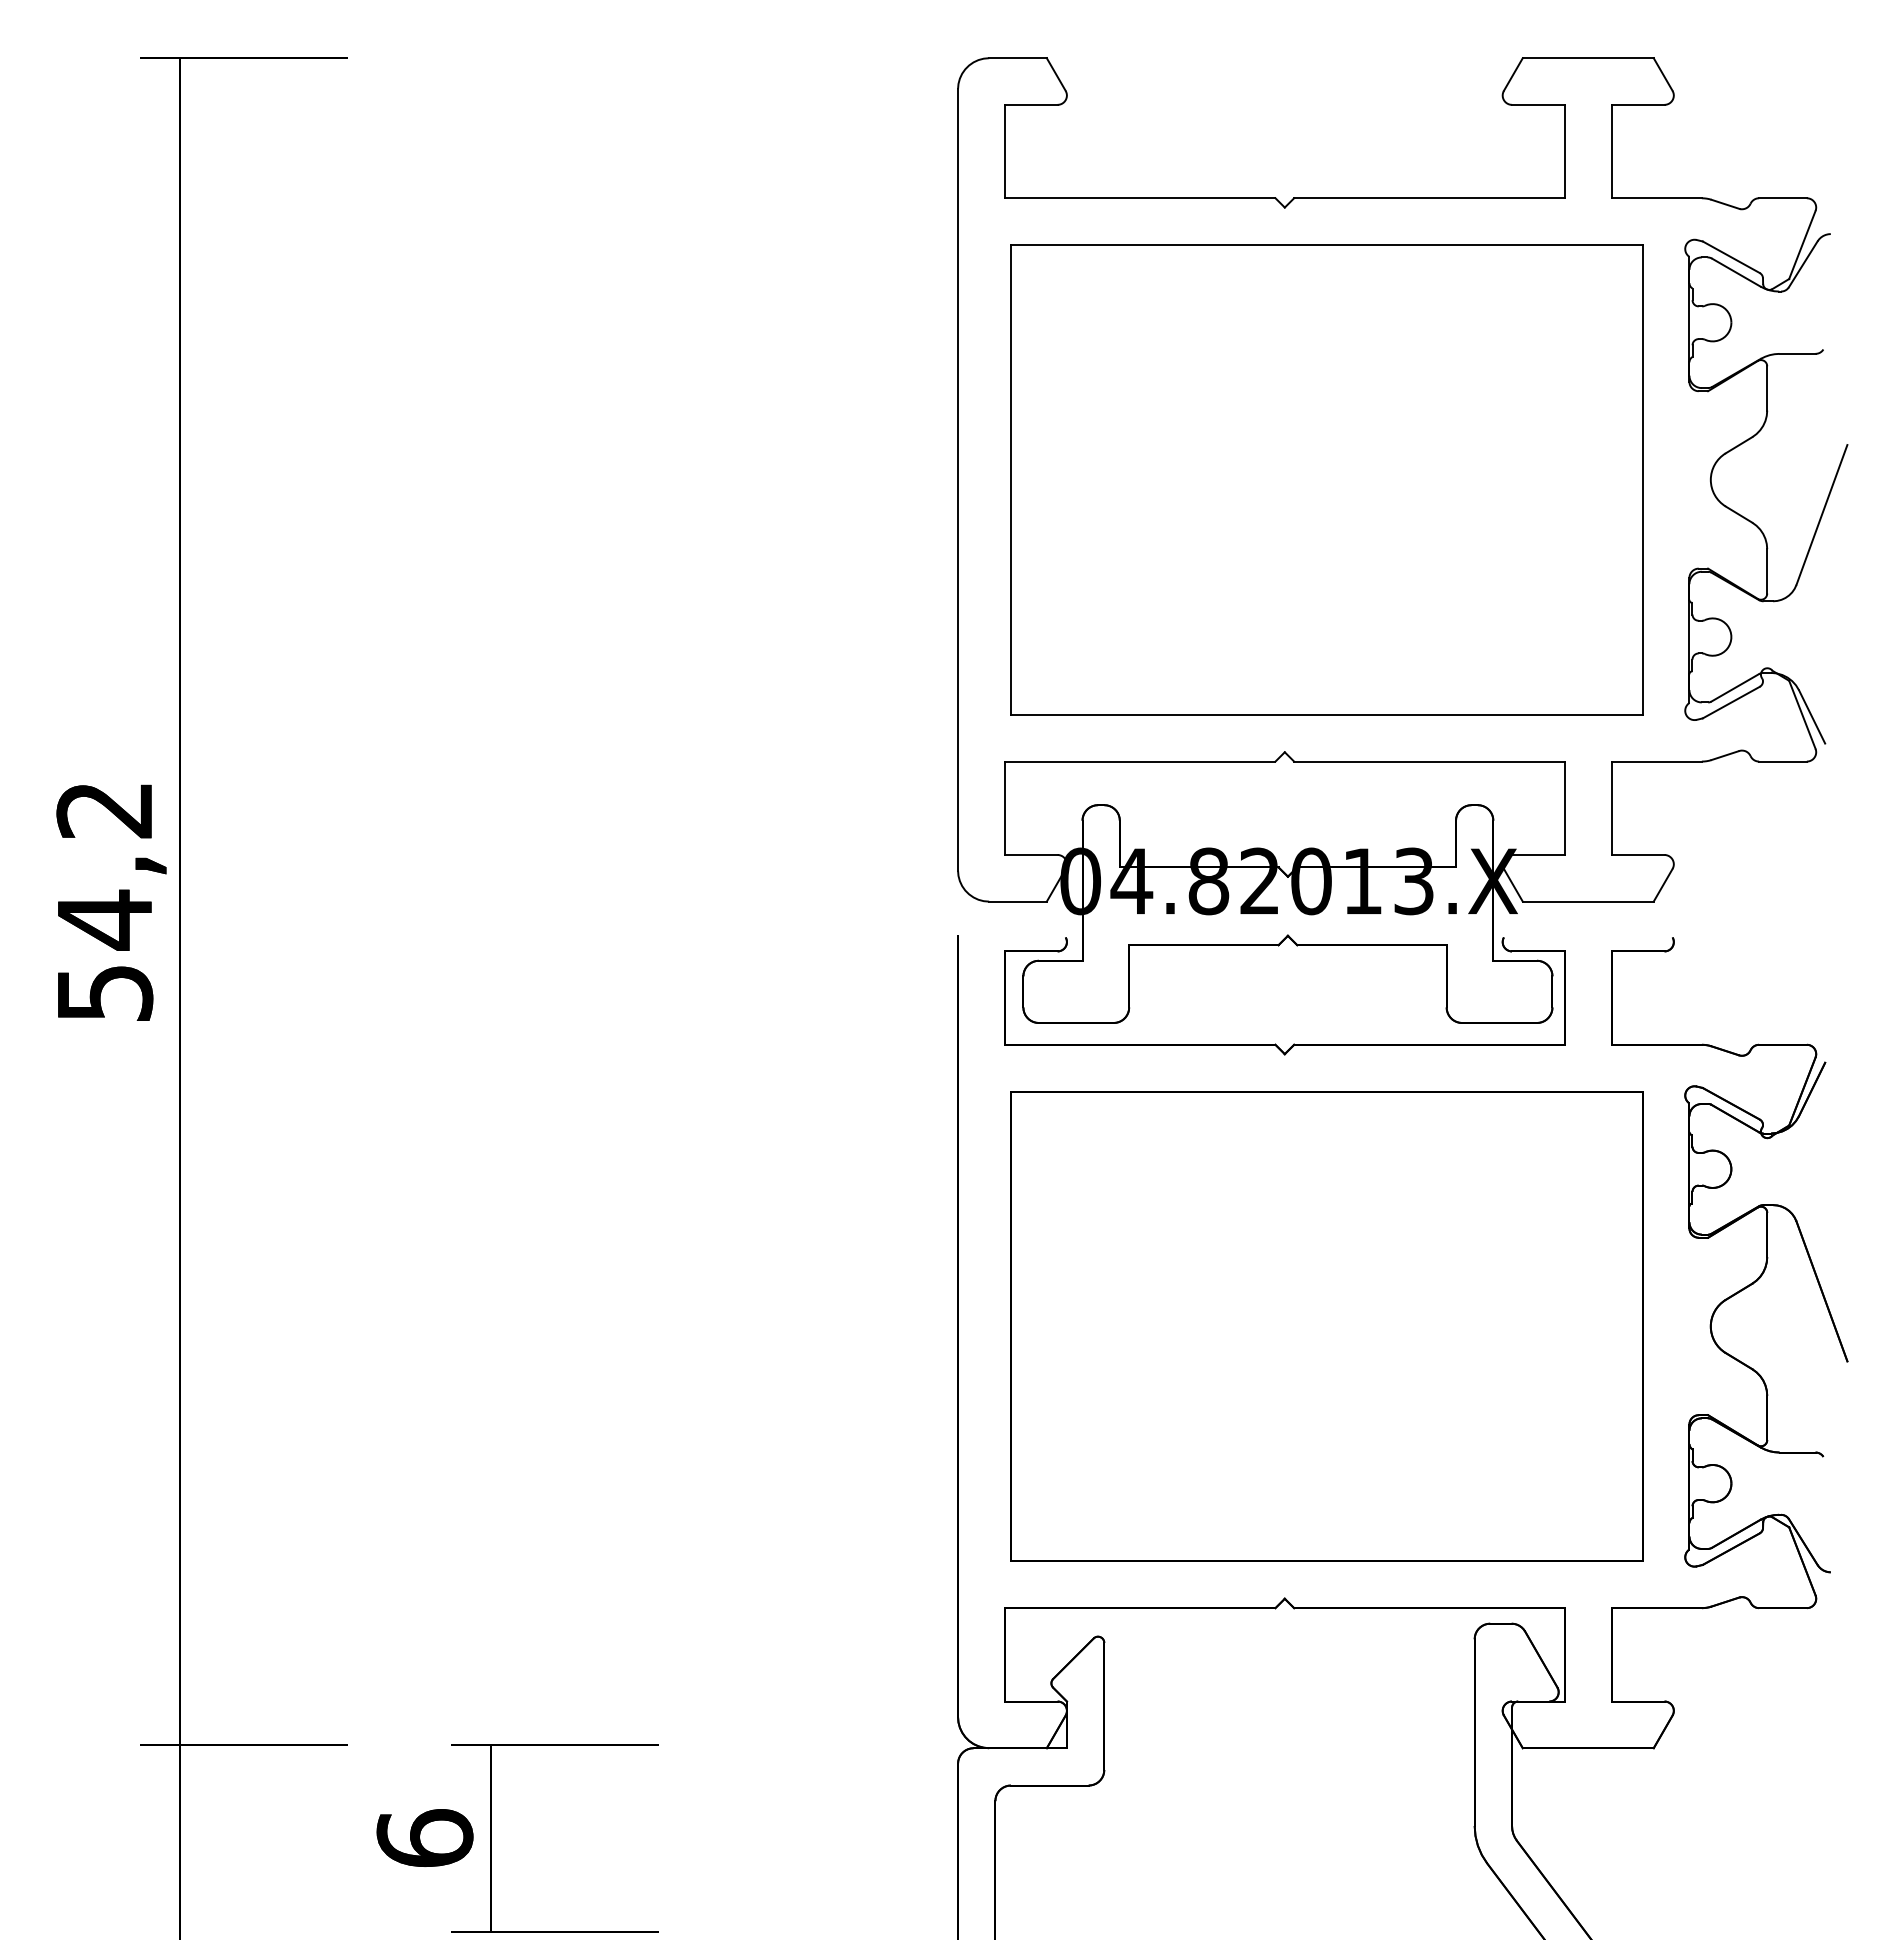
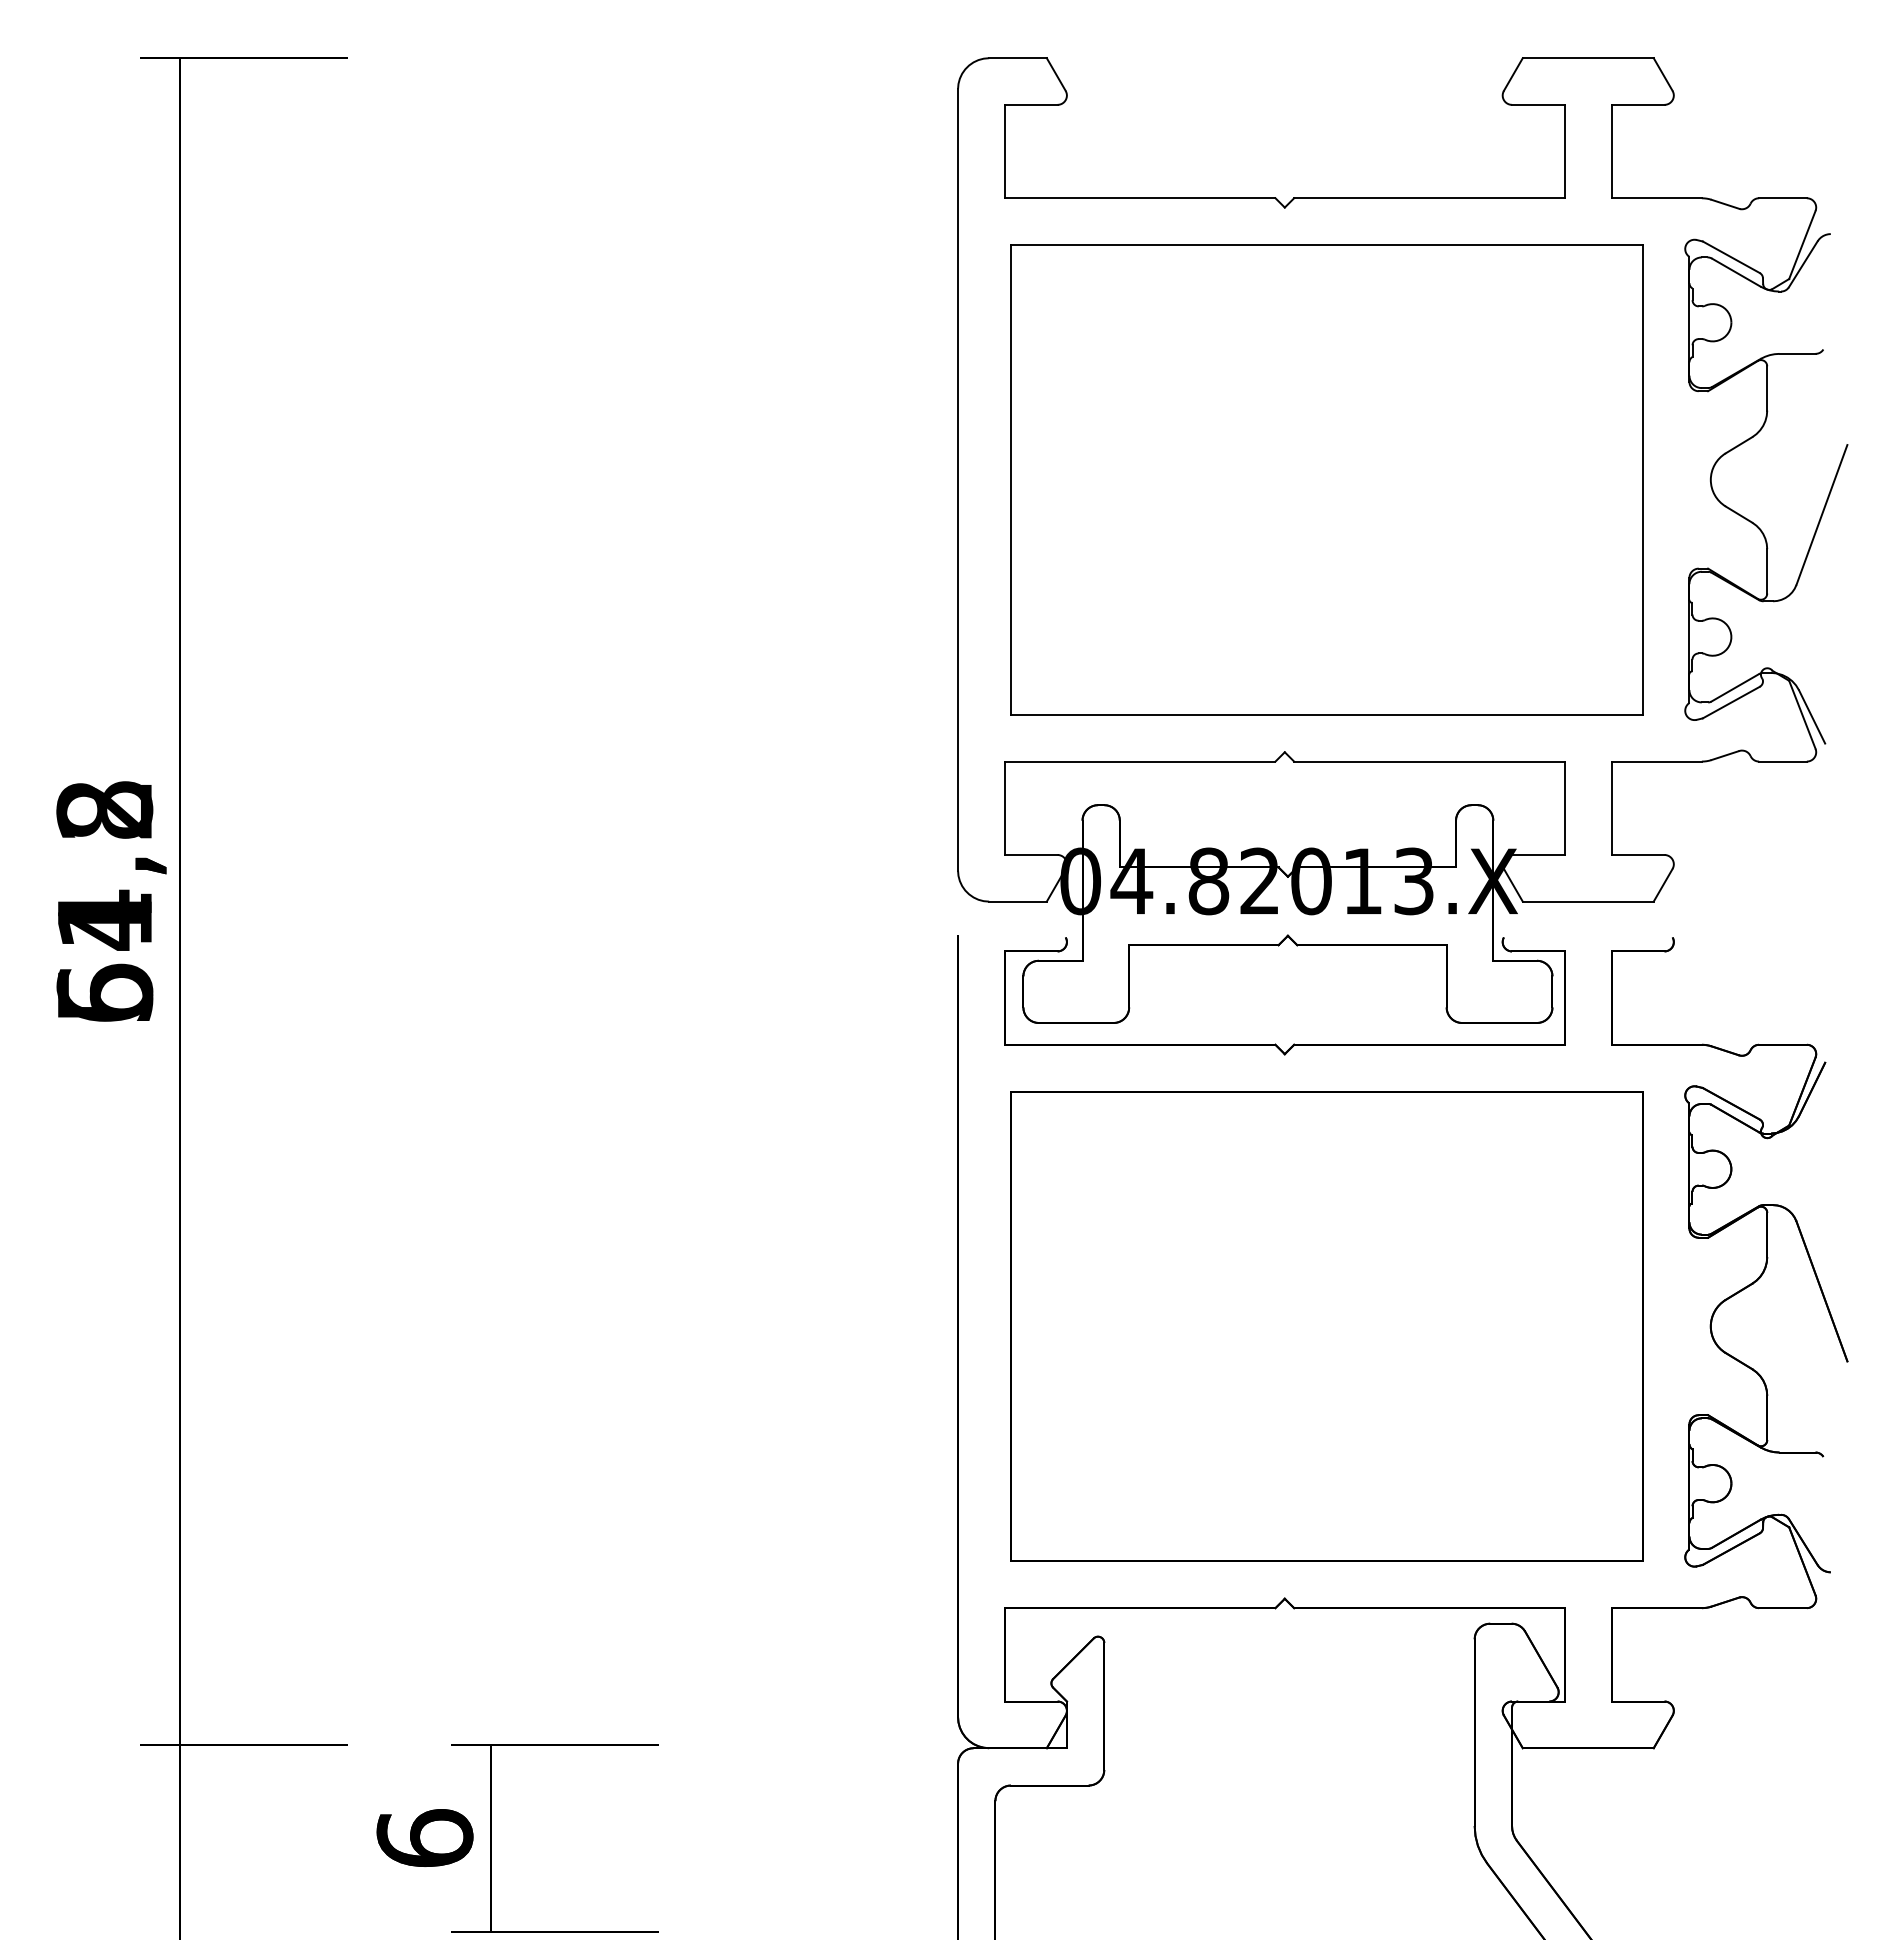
text at (104, 901): 54,2 -> 61,8
